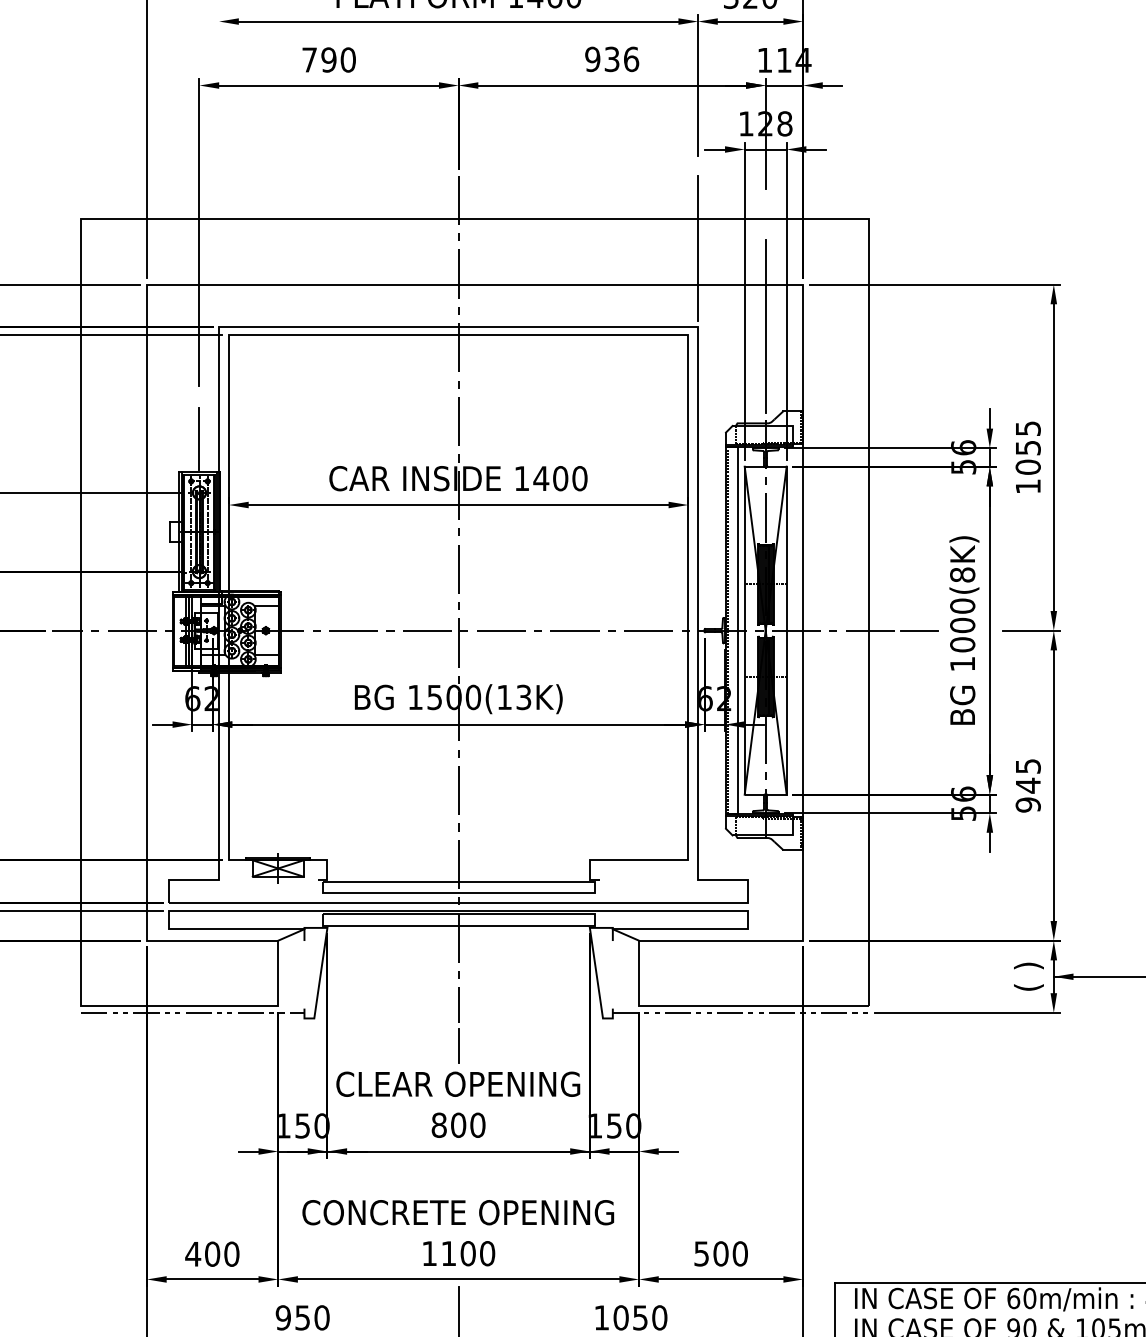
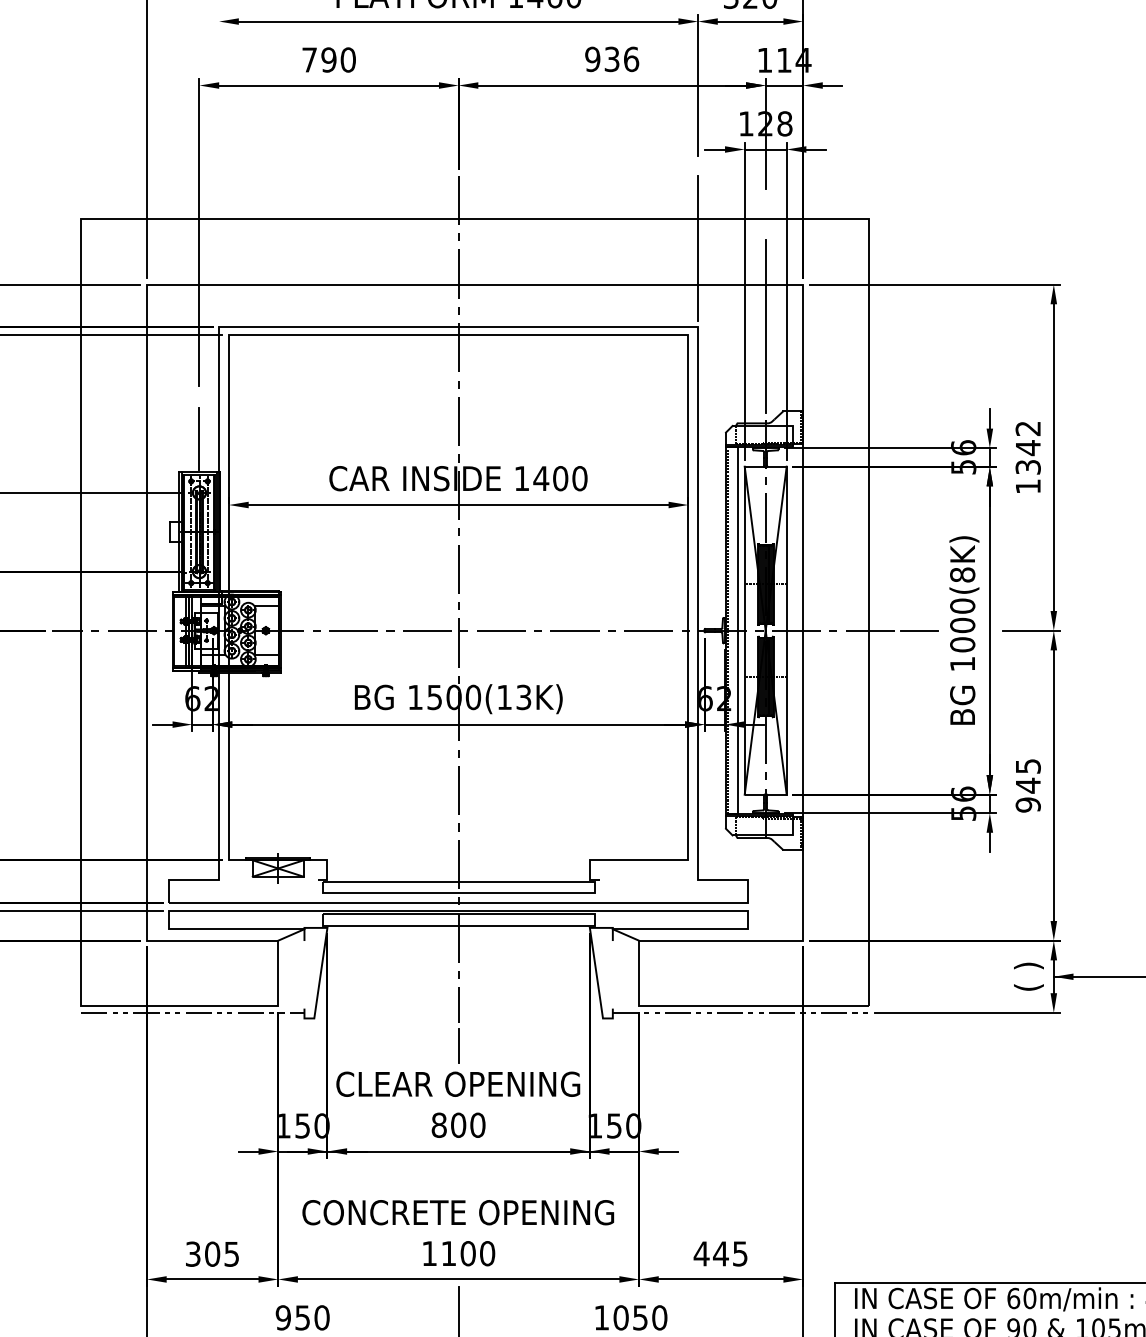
text at (1027, 447): 1055 -> 1342
text at (212, 1253): 400 -> 305
text at (720, 1253): 500 -> 445
